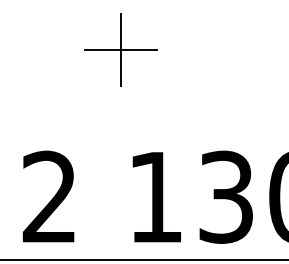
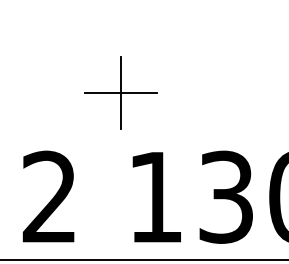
part at (120, 49) position: (120, 49) -> (120, 92)
